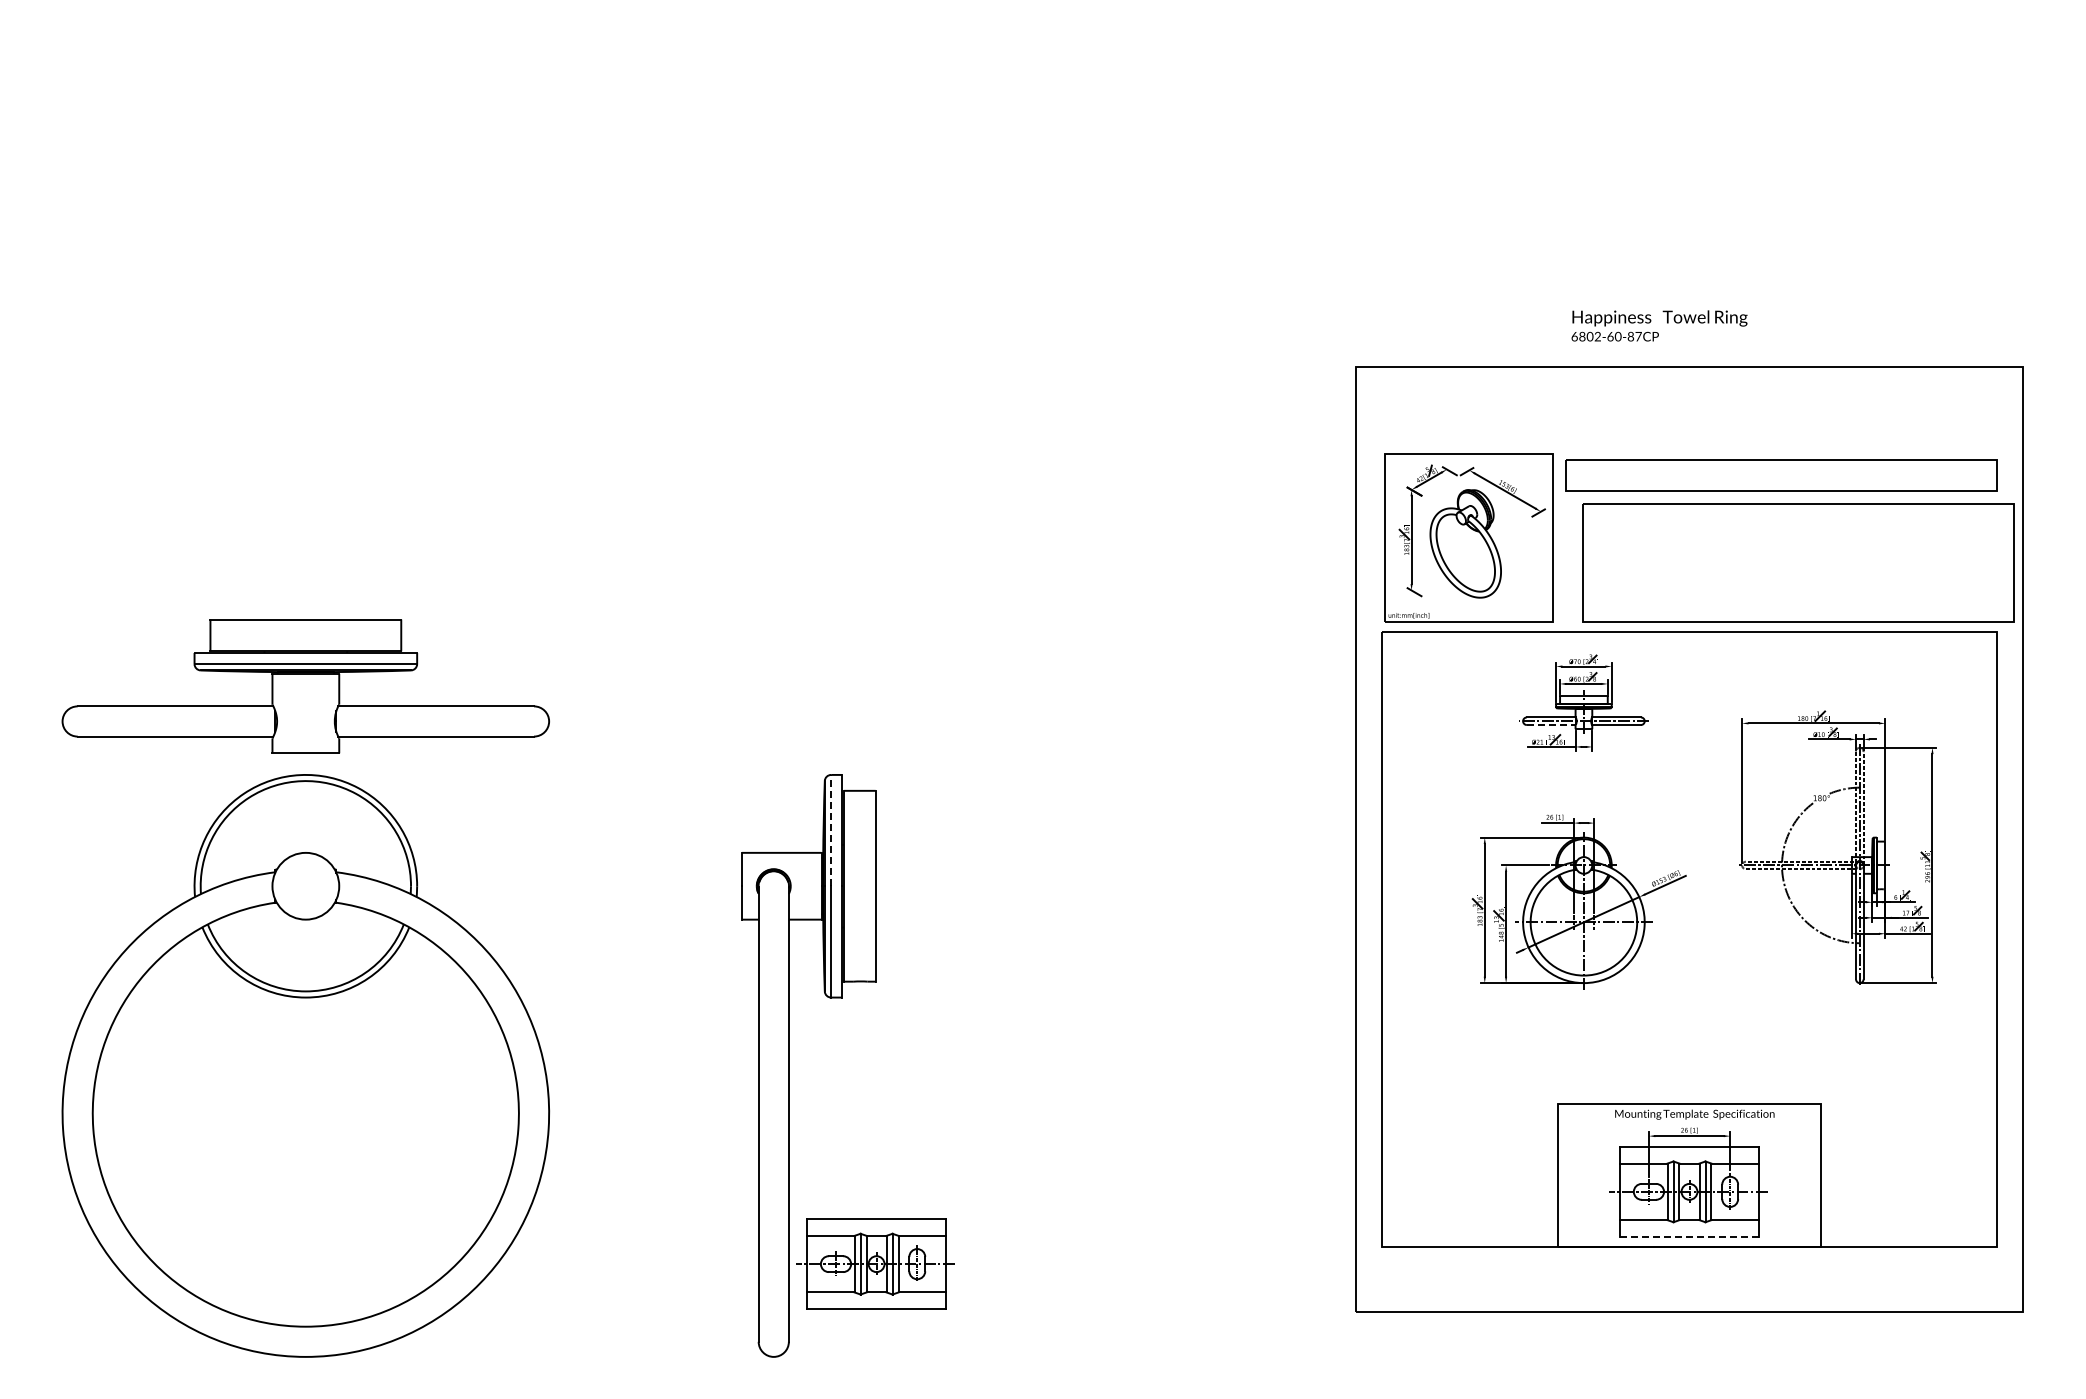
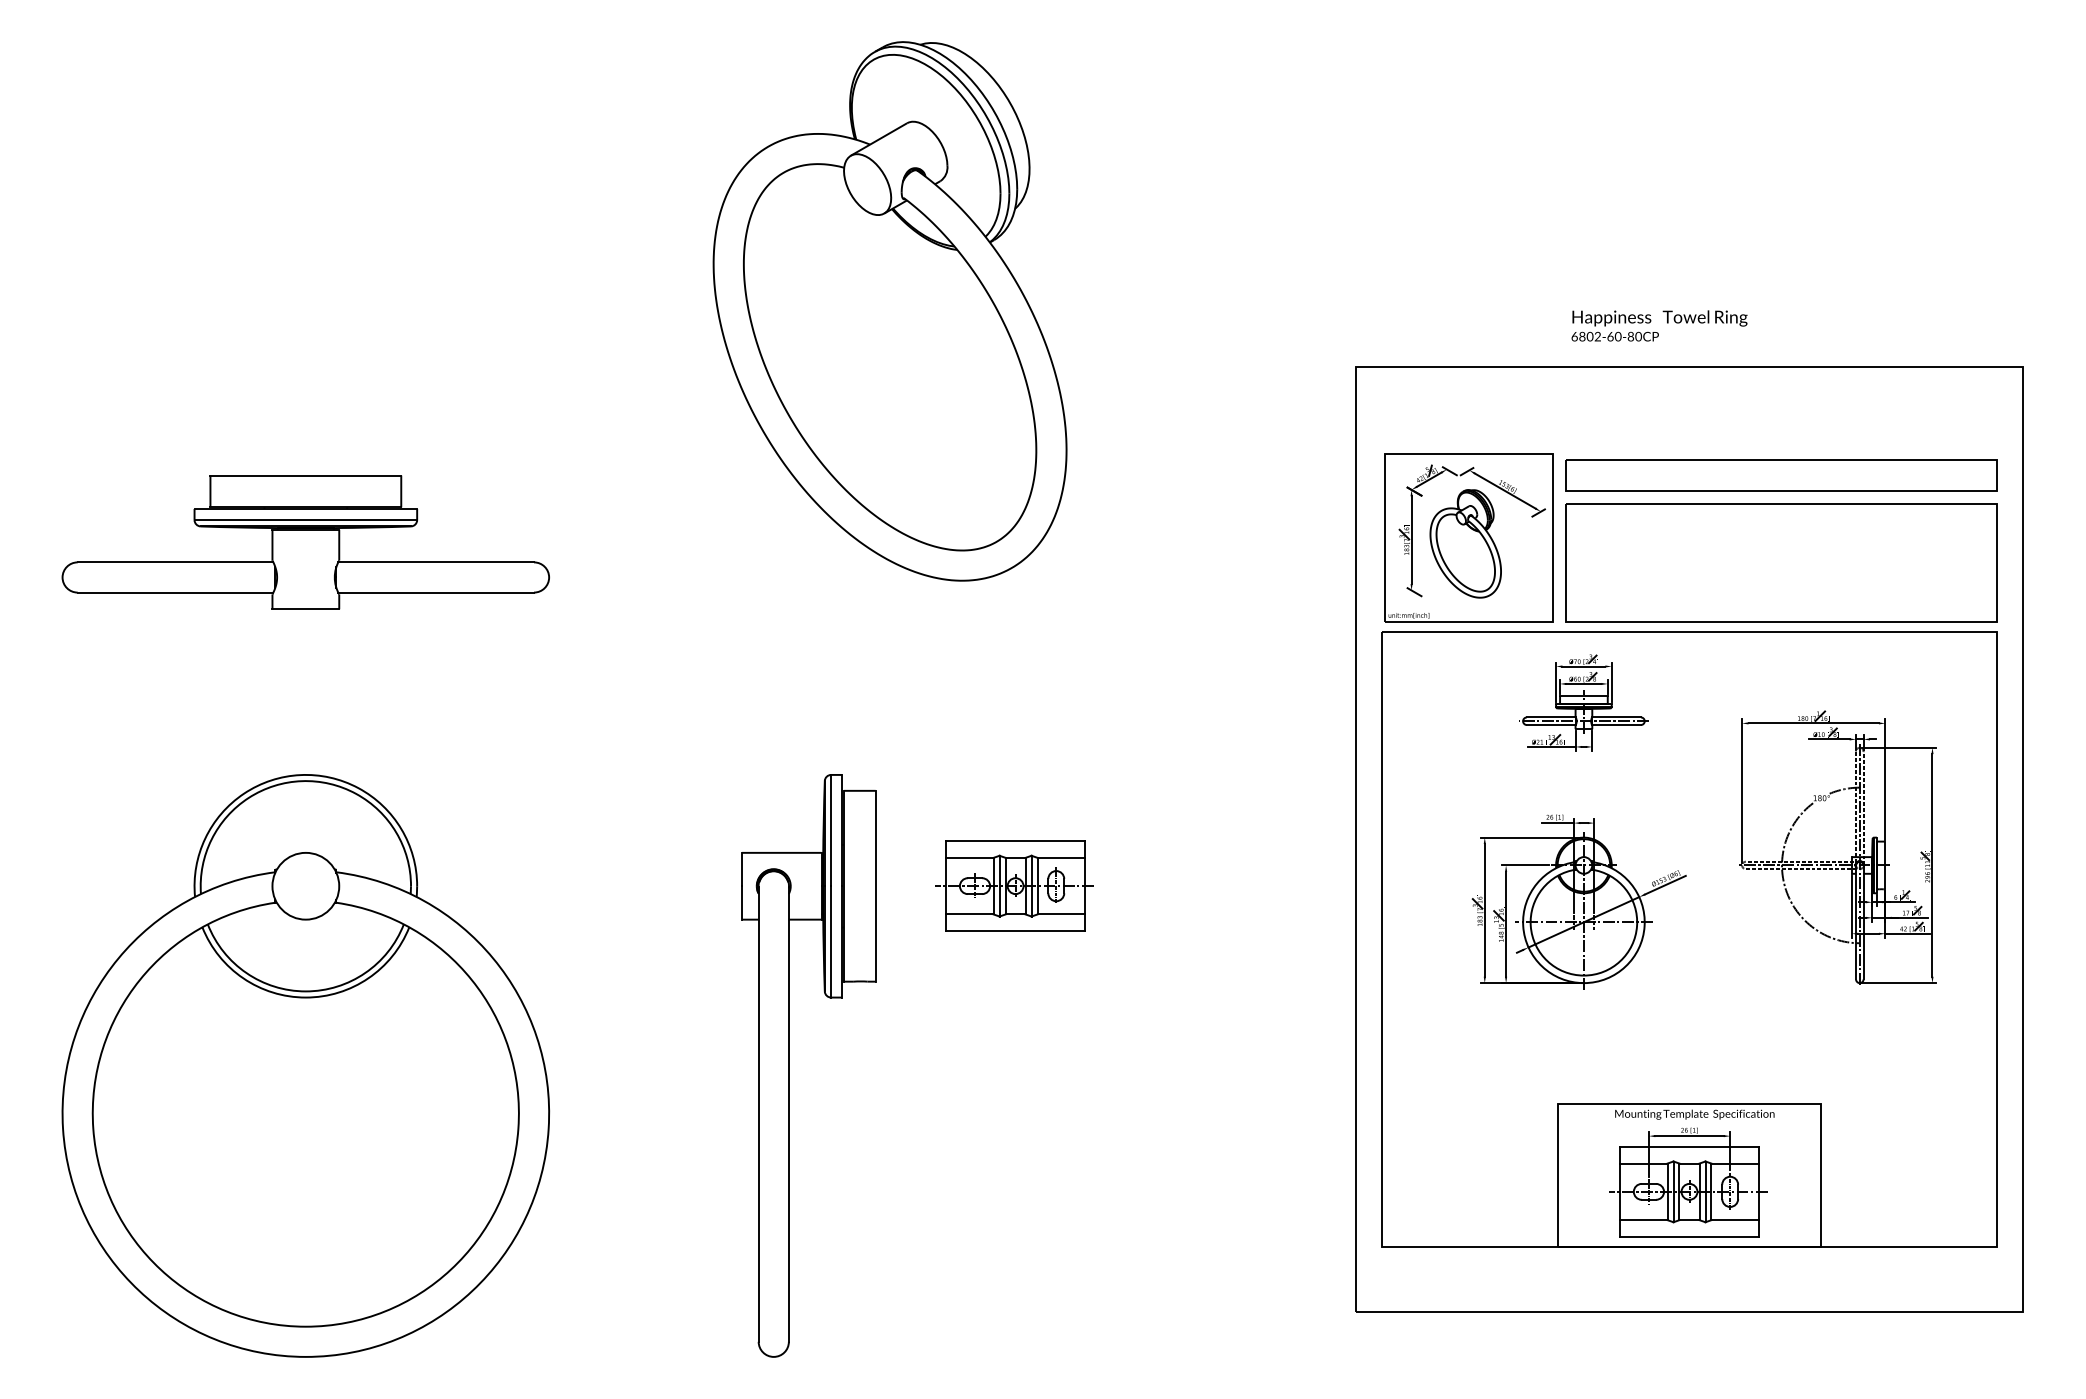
part at (889, 311): none -> present
text at (1638, 336): 6802-60-87CP -> 6802-60-80CP
part at (1798, 562) position: (1798, 562) -> (1781, 562)
part at (305, 686) position: (305, 686) -> (305, 542)
line at (1551, 725): dashed -> solid
line at (831, 830): dashed -> solid
line at (1689, 1236): dashed -> solid
part at (875, 1263) position: (875, 1263) -> (1014, 885)
